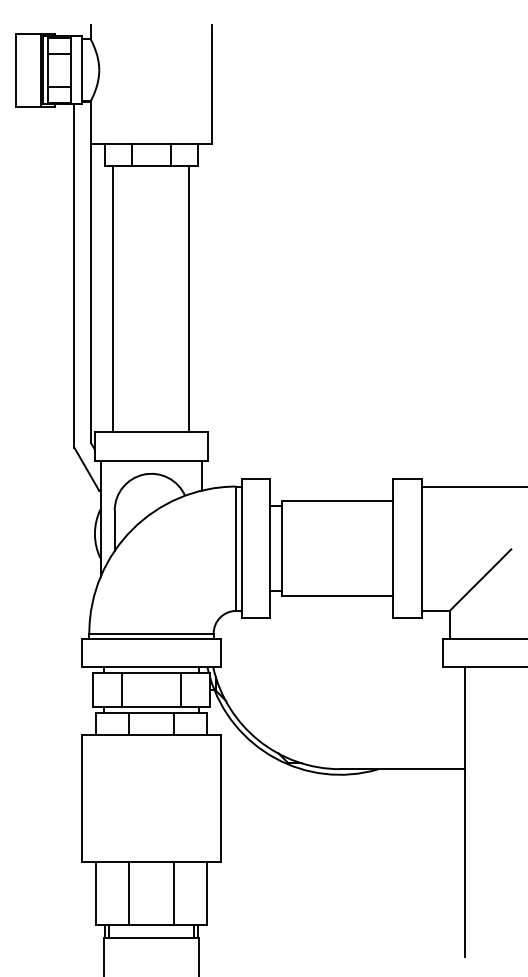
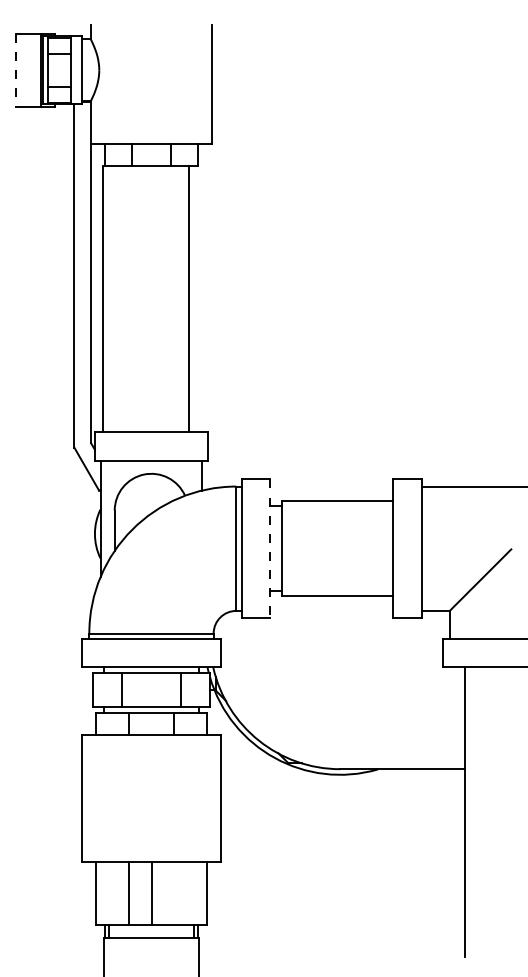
line at (15, 70): solid -> dashed
line at (113, 299) position: (113, 299) -> (103, 299)
line at (270, 549): solid -> dashed
line at (174, 893) position: (174, 893) -> (152, 893)
